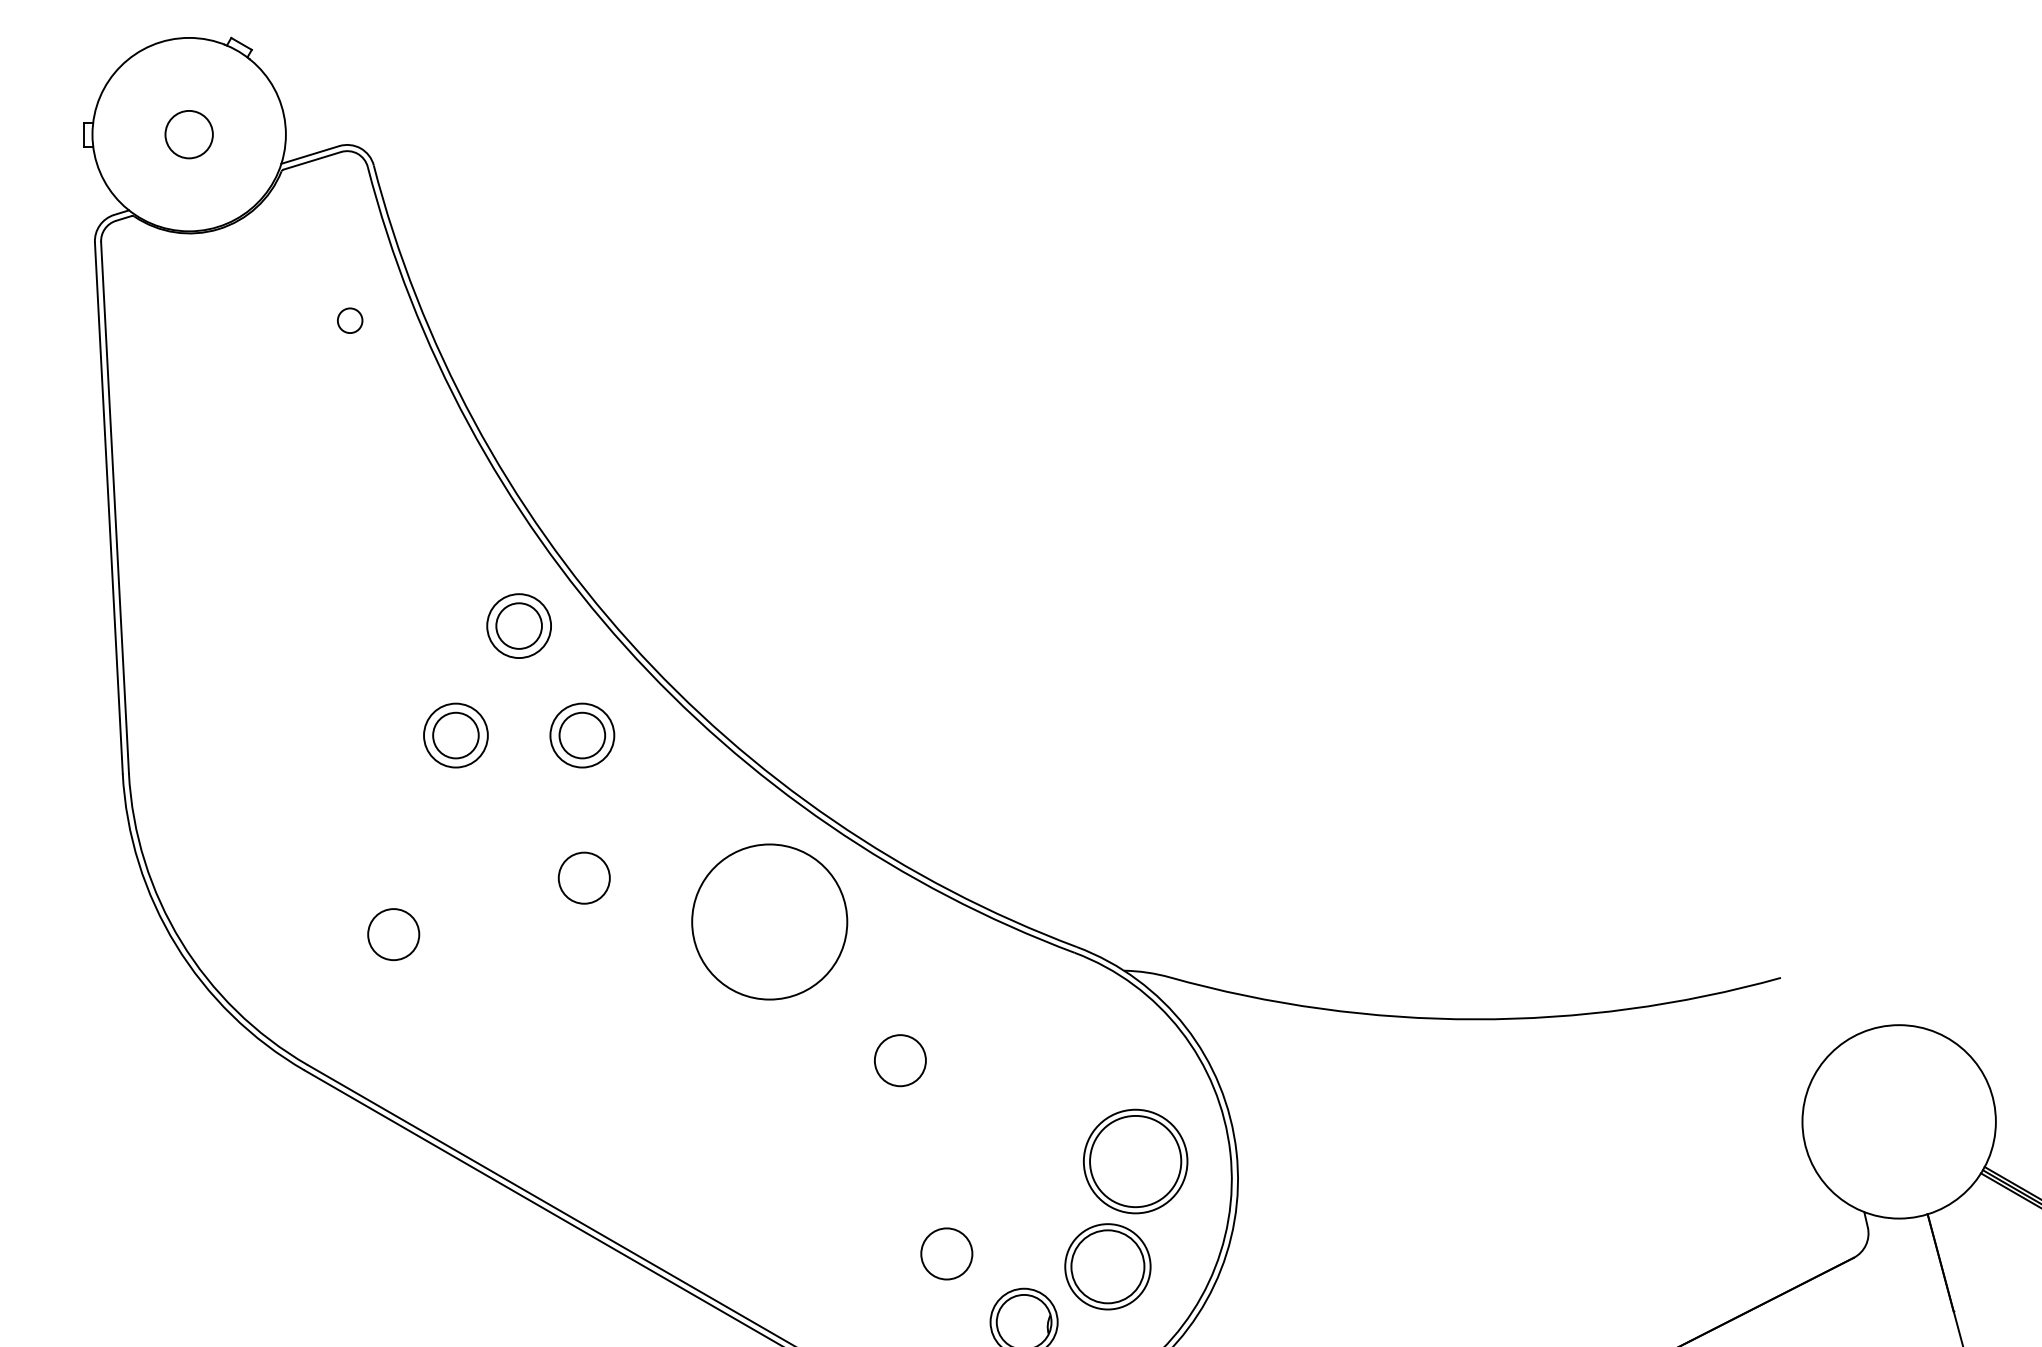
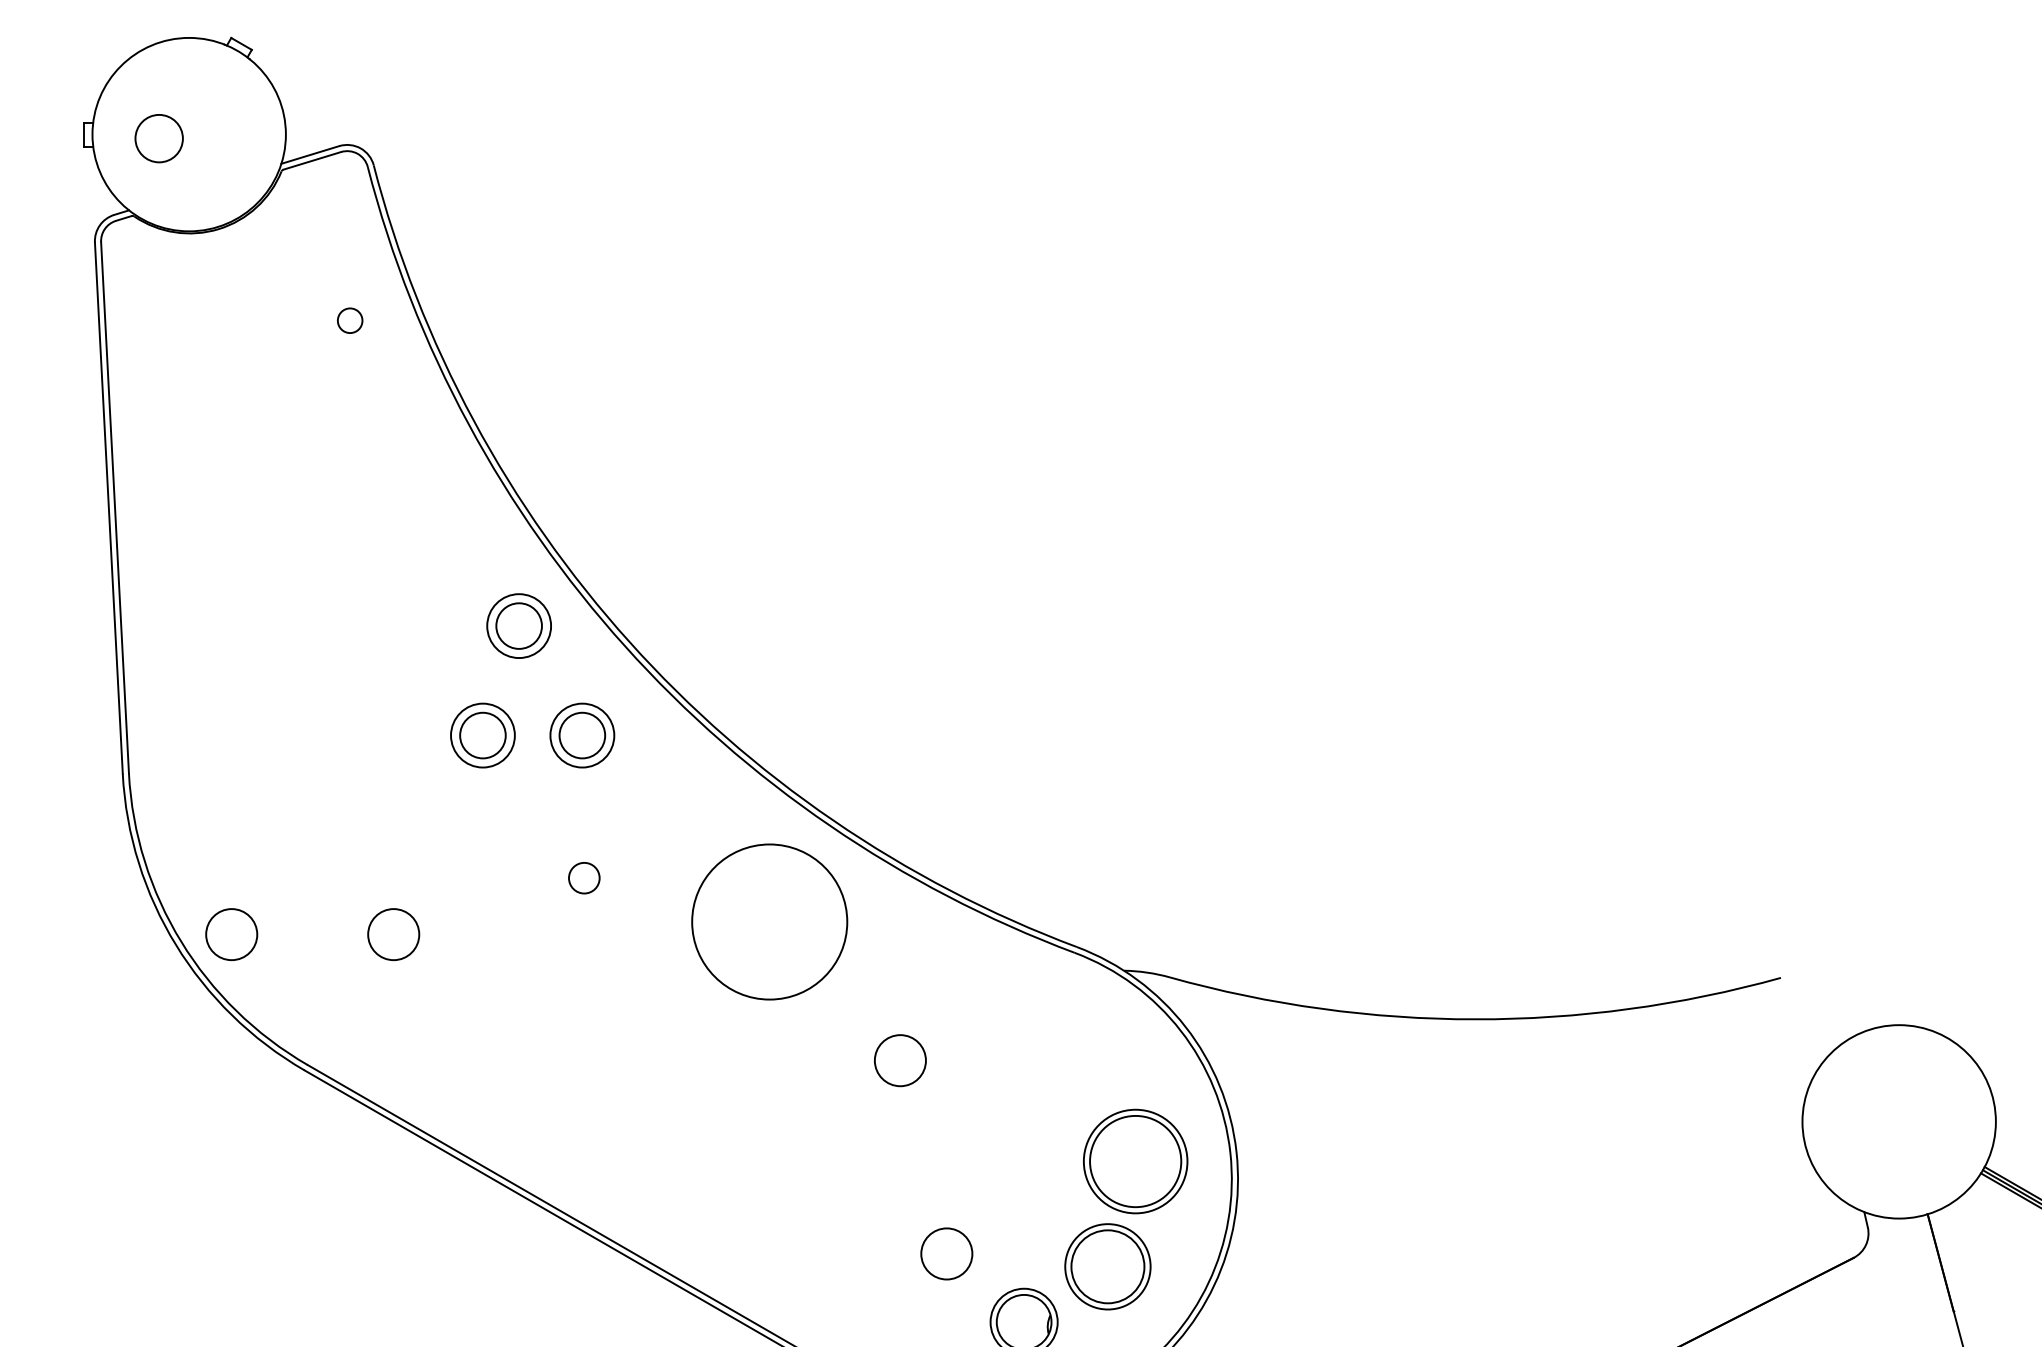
circle at (188, 134) position: (188, 134) -> (158, 138)
part at (455, 735) position: (455, 735) -> (482, 735)
circle at (583, 877) diameter: 51 px -> 31 px
circle at (231, 934): none -> present
